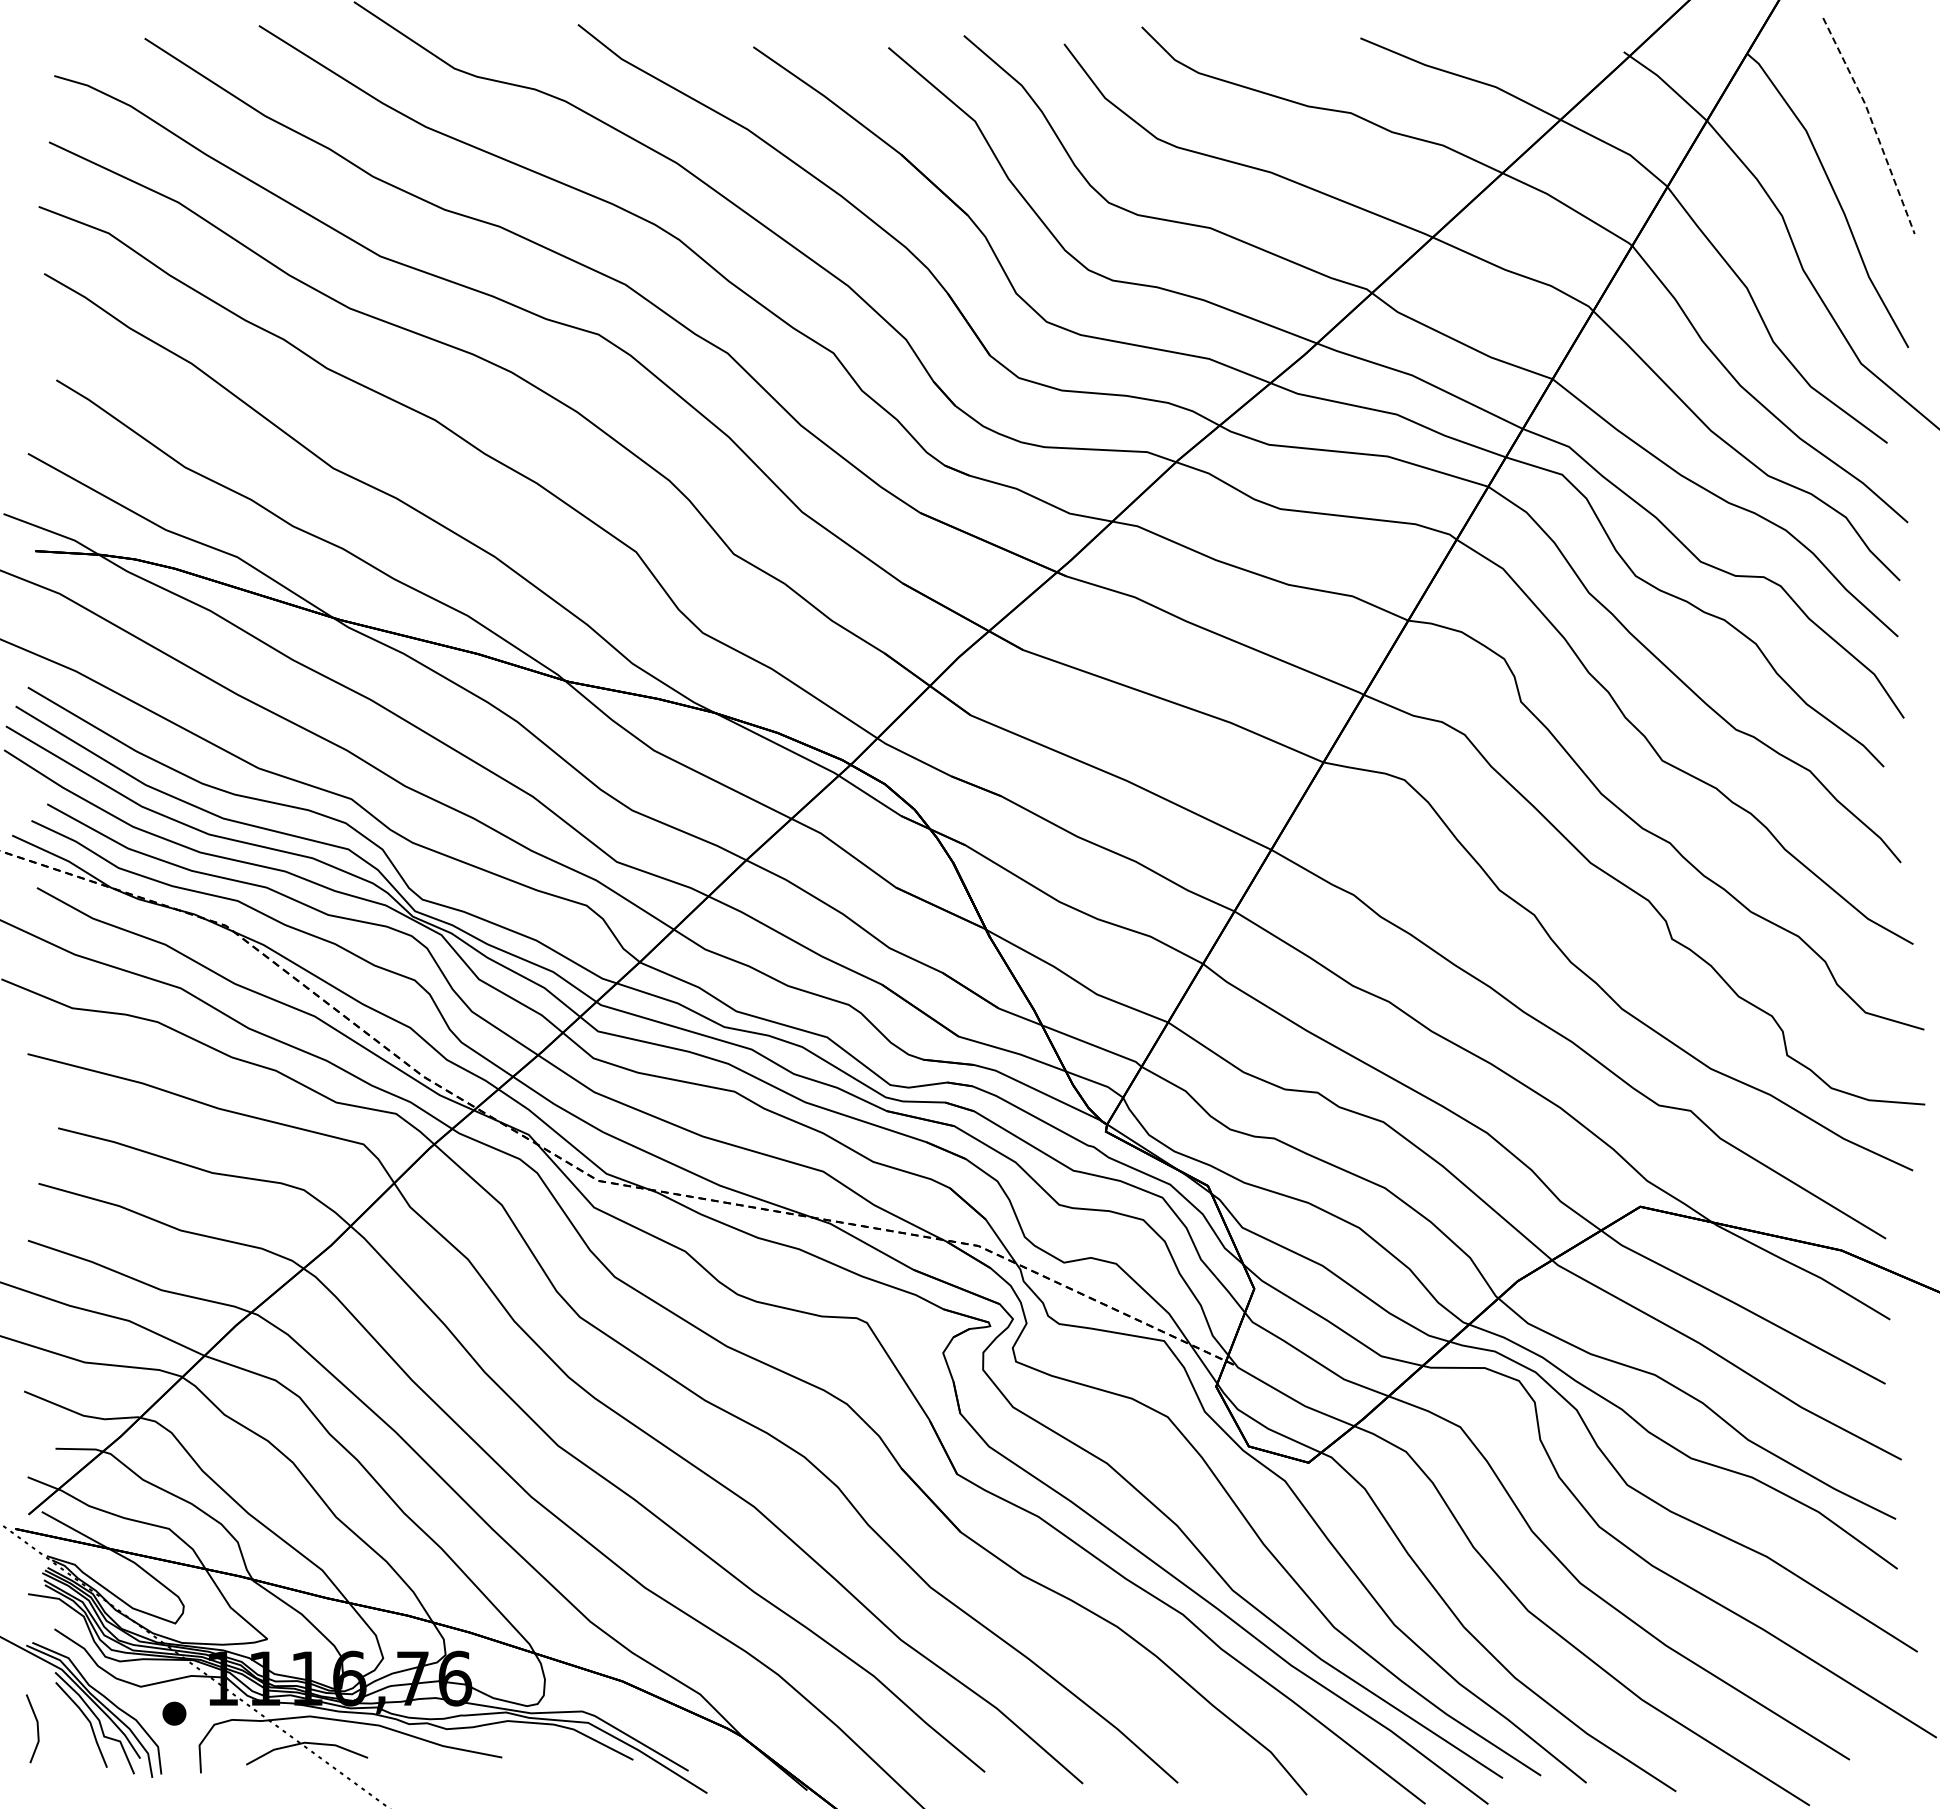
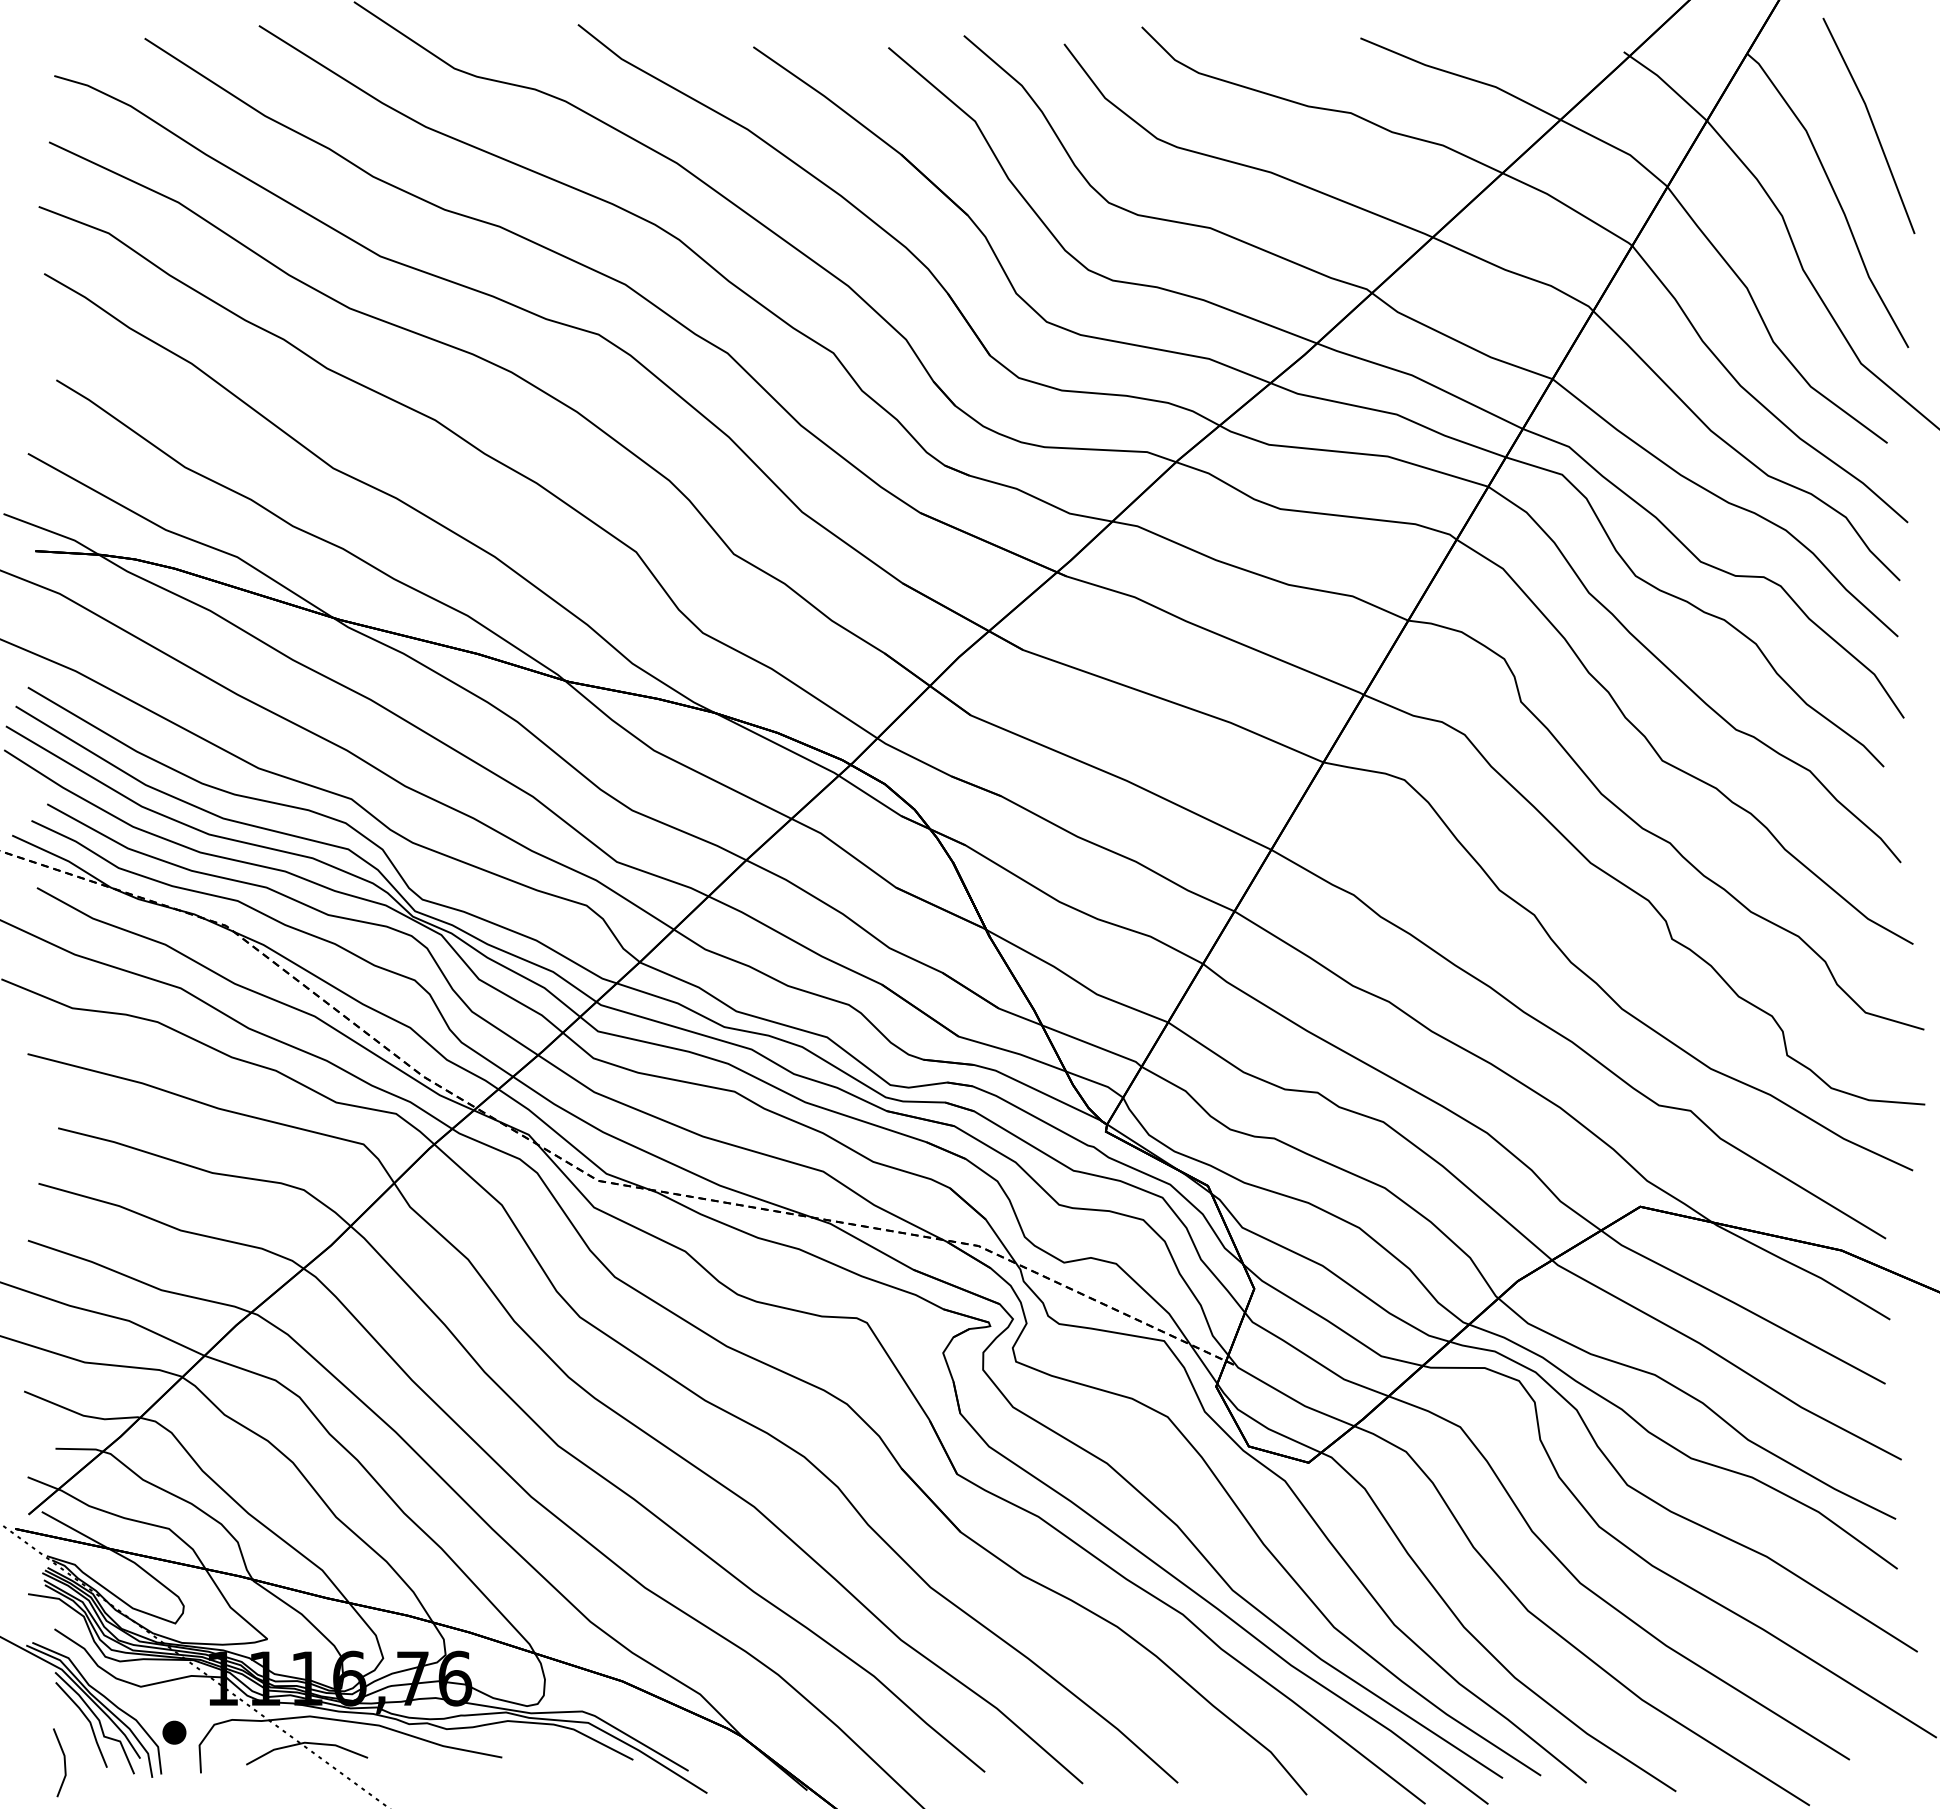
line at (1872, 124): dashed -> solid
part at (174, 1713) position: (174, 1713) -> (174, 1732)
line at (36, 1725) position: (36, 1725) -> (63, 1759)
